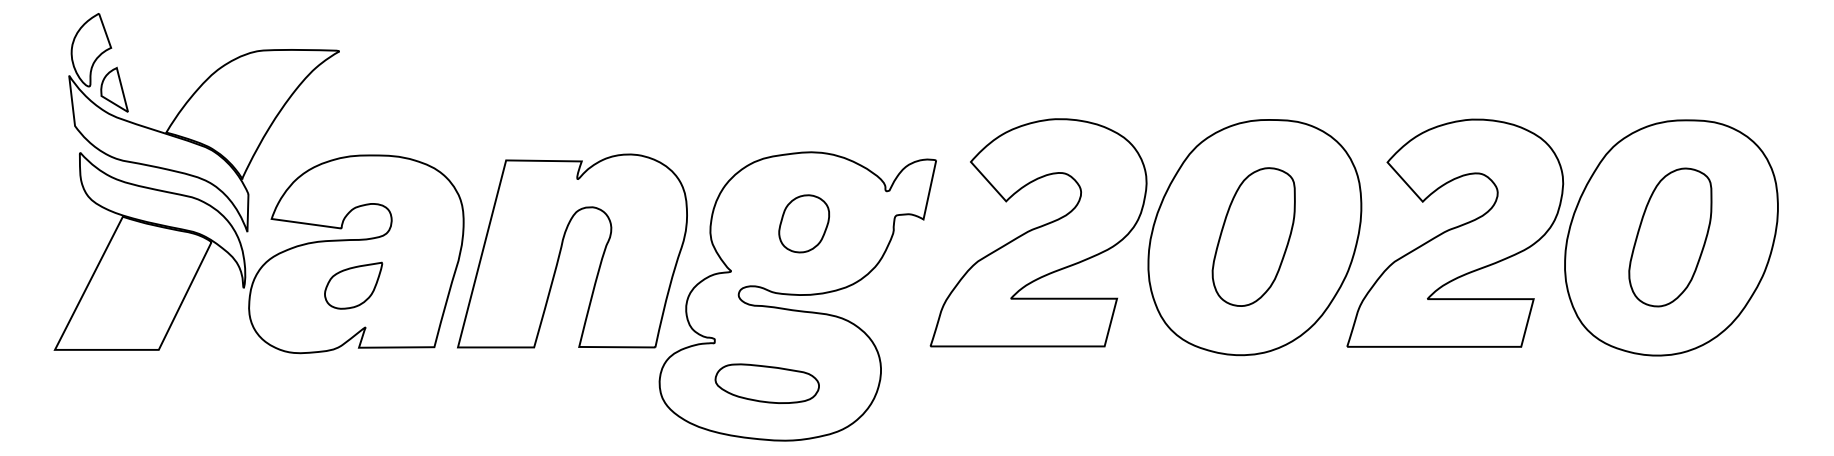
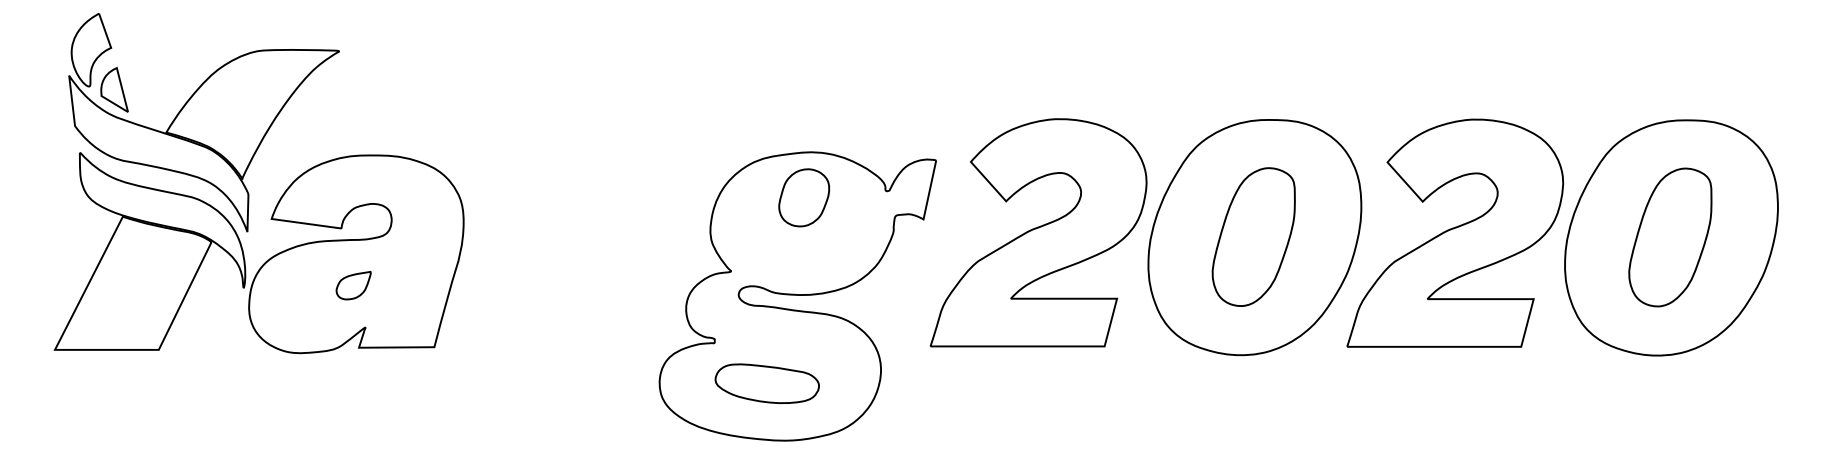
part at (804, 223) position: (804, 223) -> (804, 197)
part at (562, 247): present -> none
part at (353, 285) size: 60x49 px -> 37x30 px
